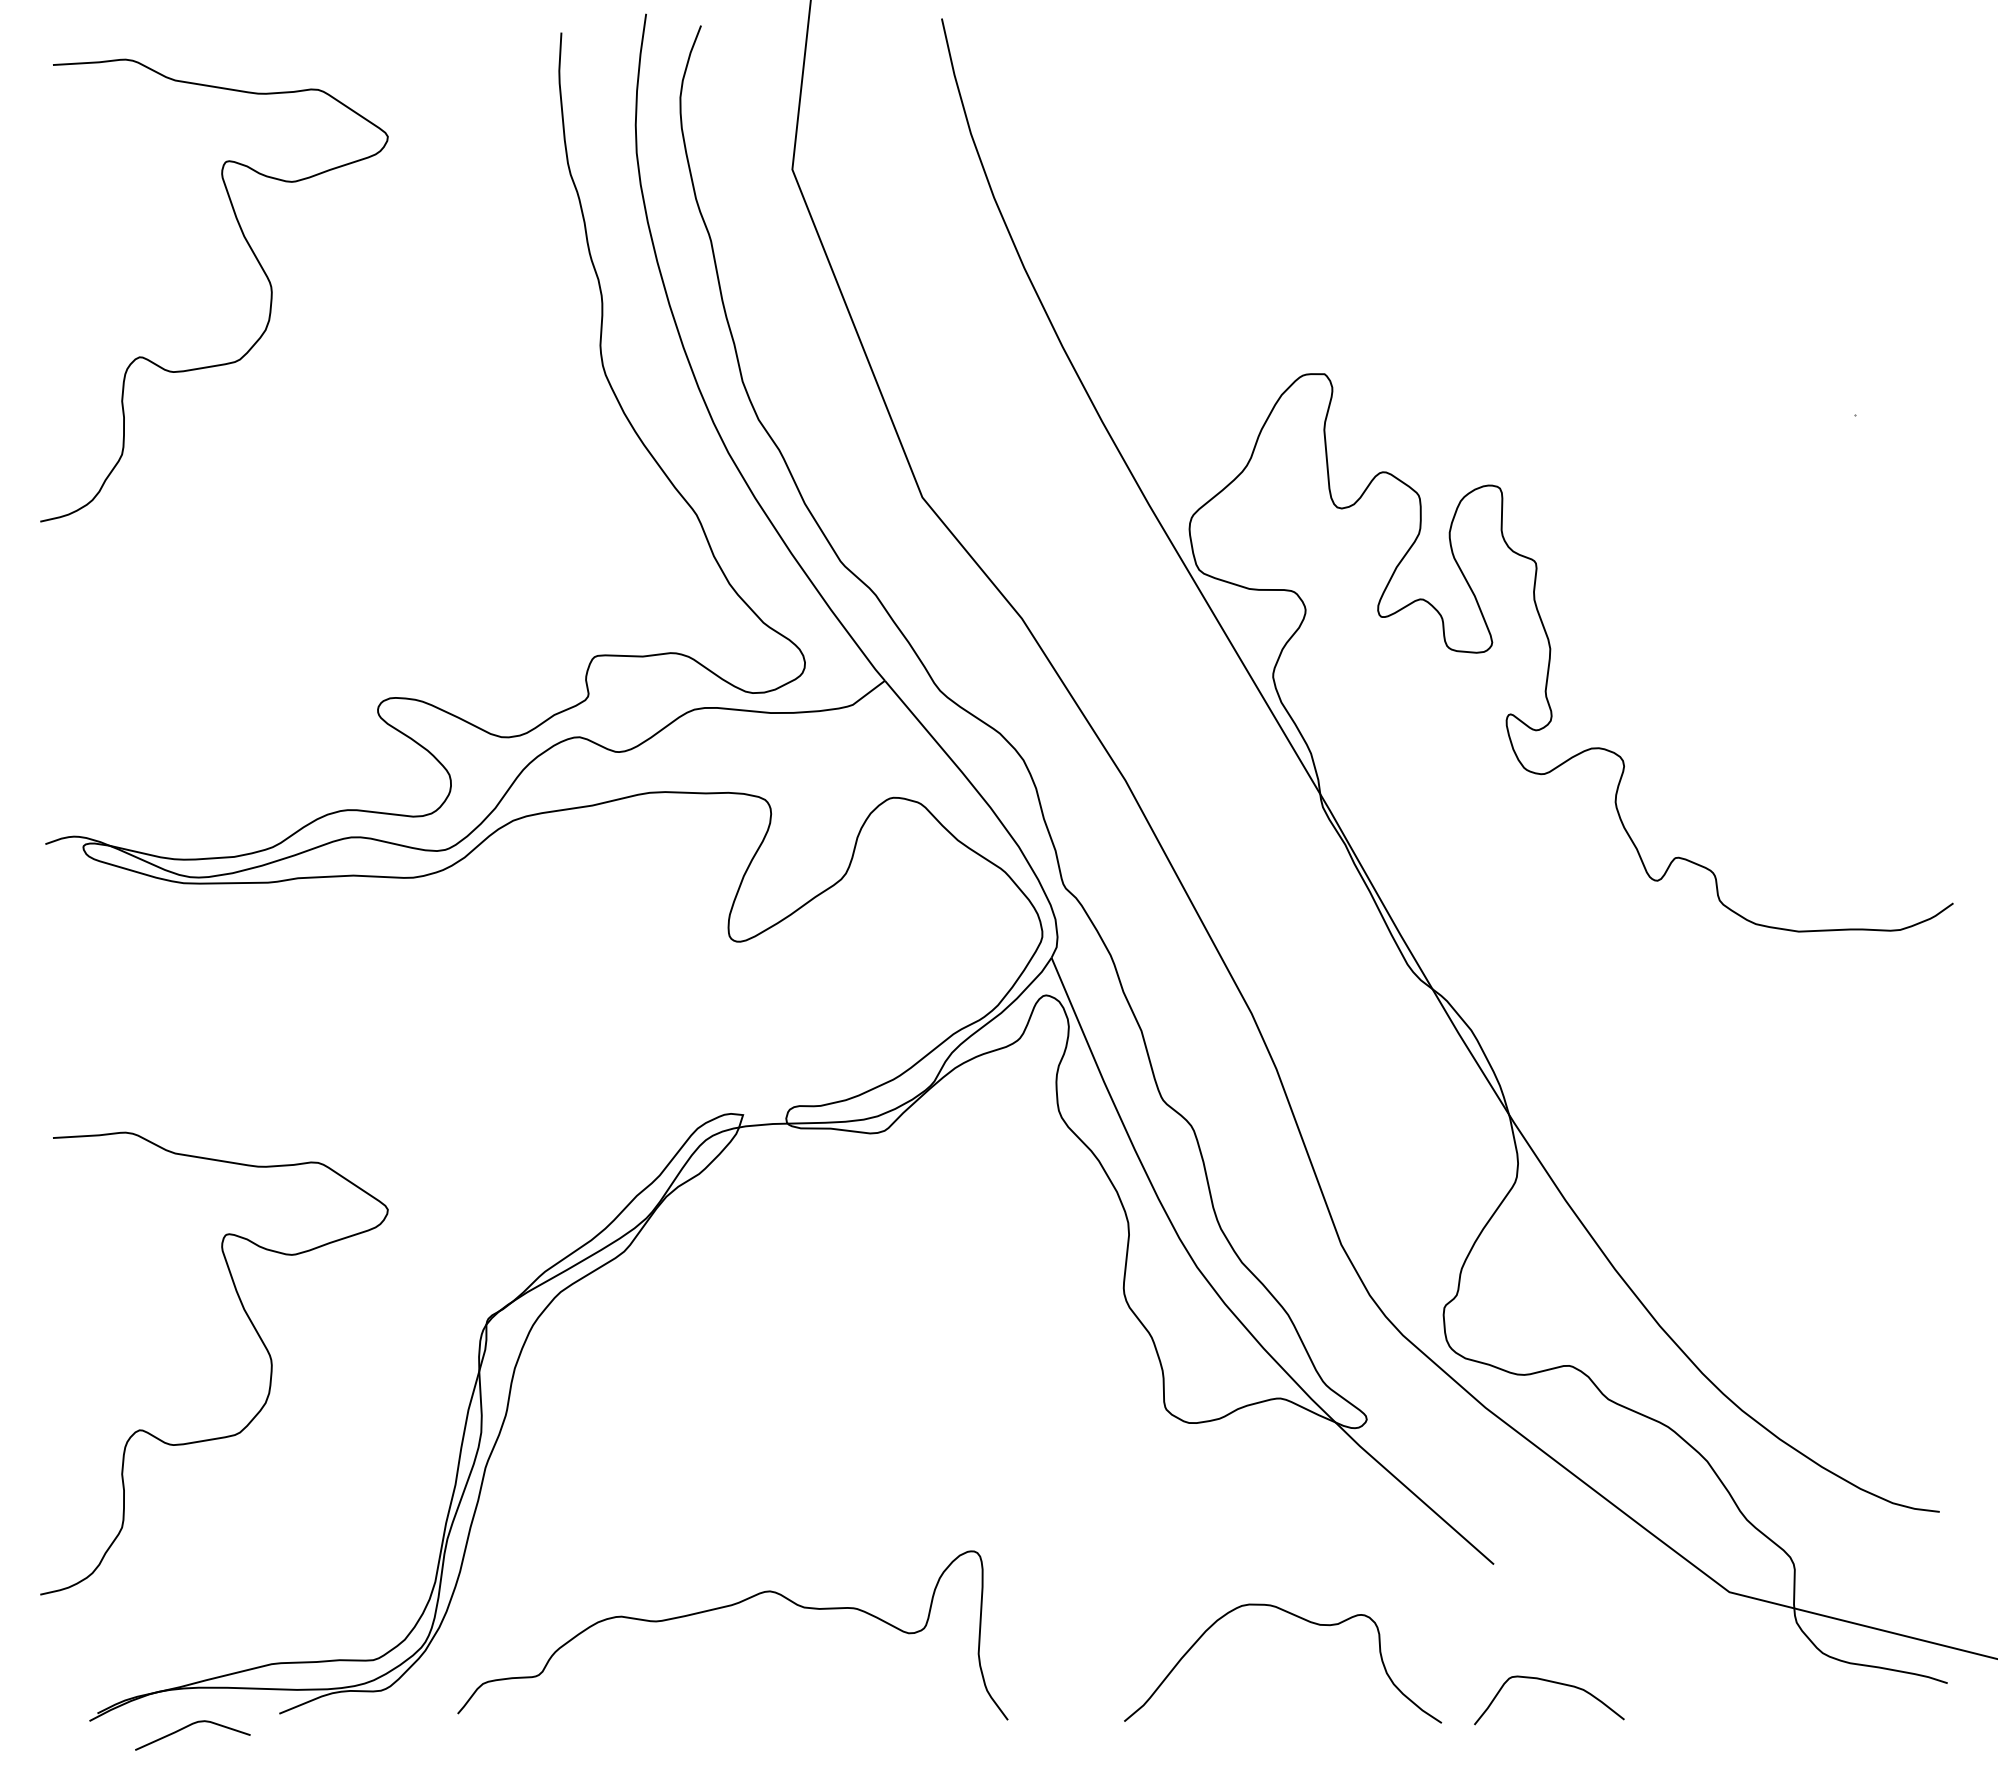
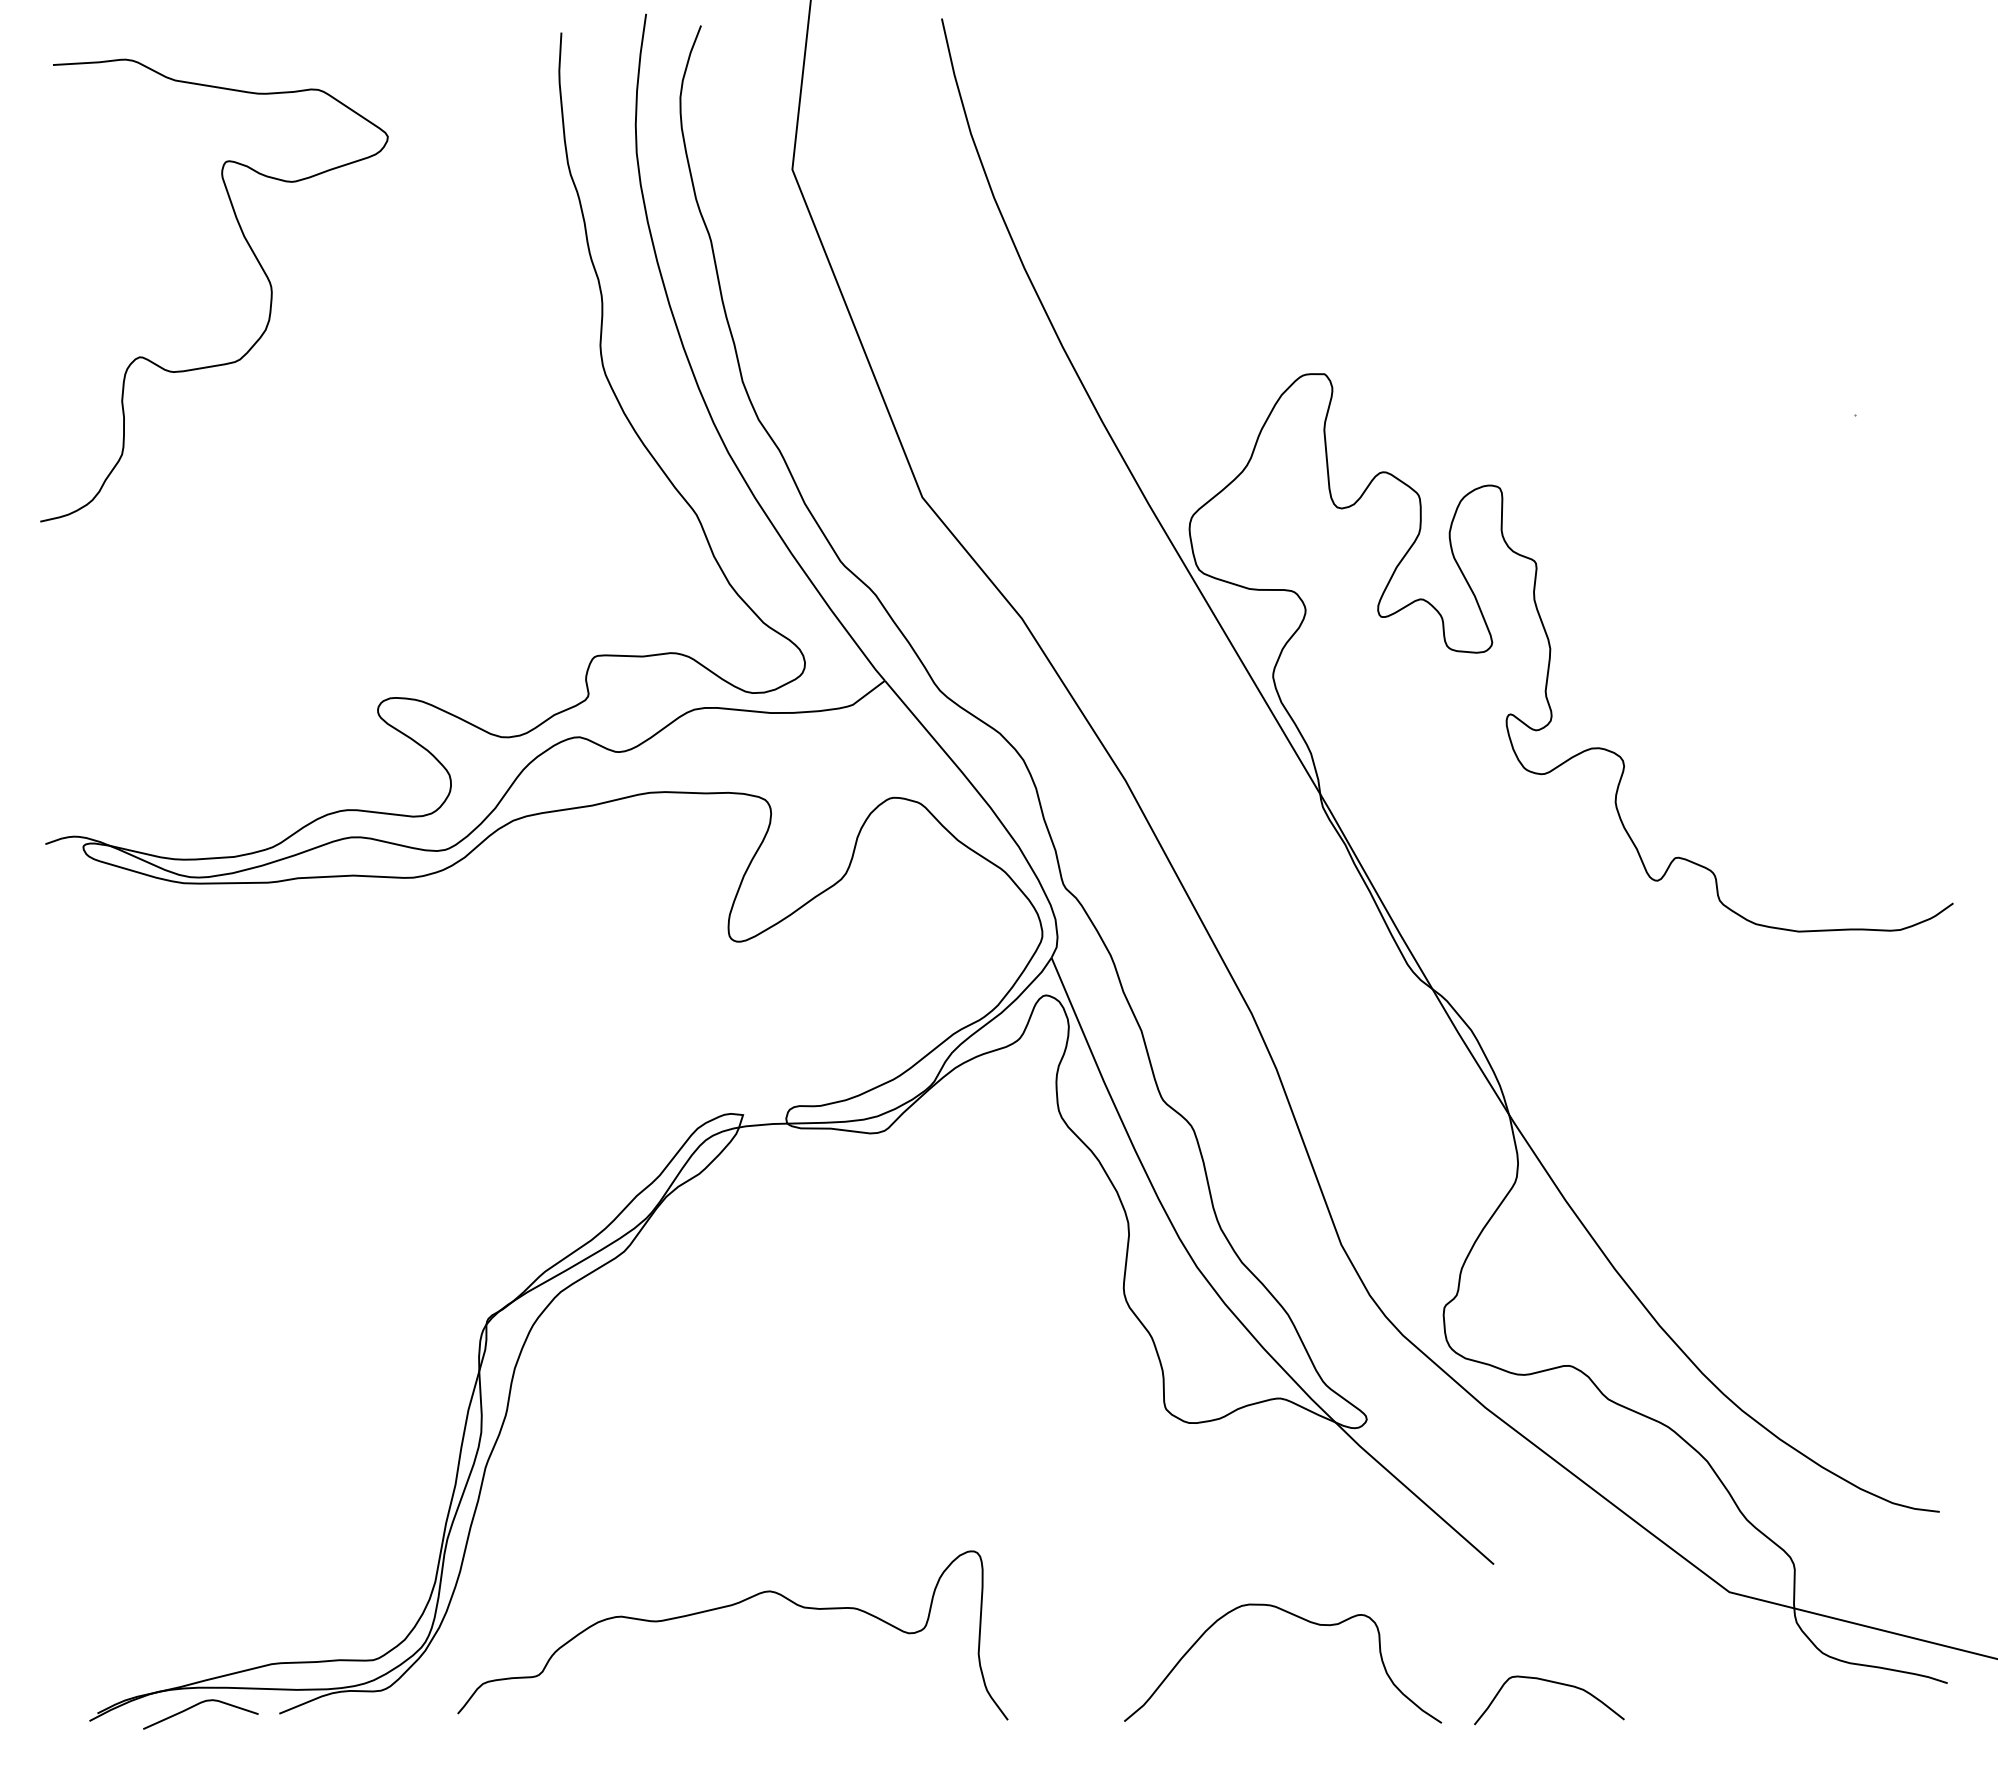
curve at (260, 1340): present -> none
curve at (187, 1727) position: (187, 1727) -> (195, 1706)
